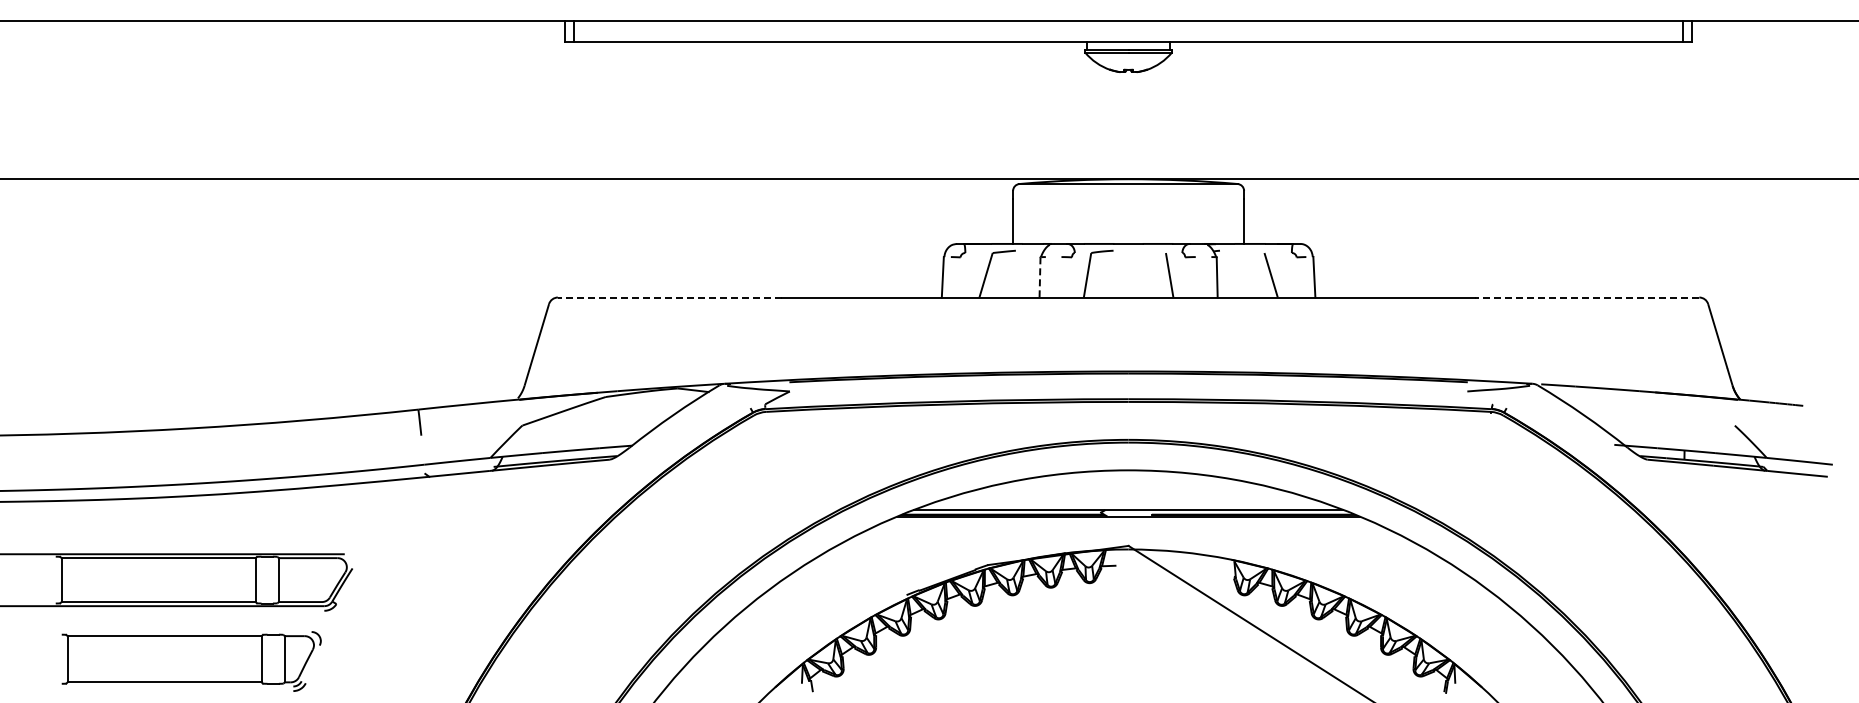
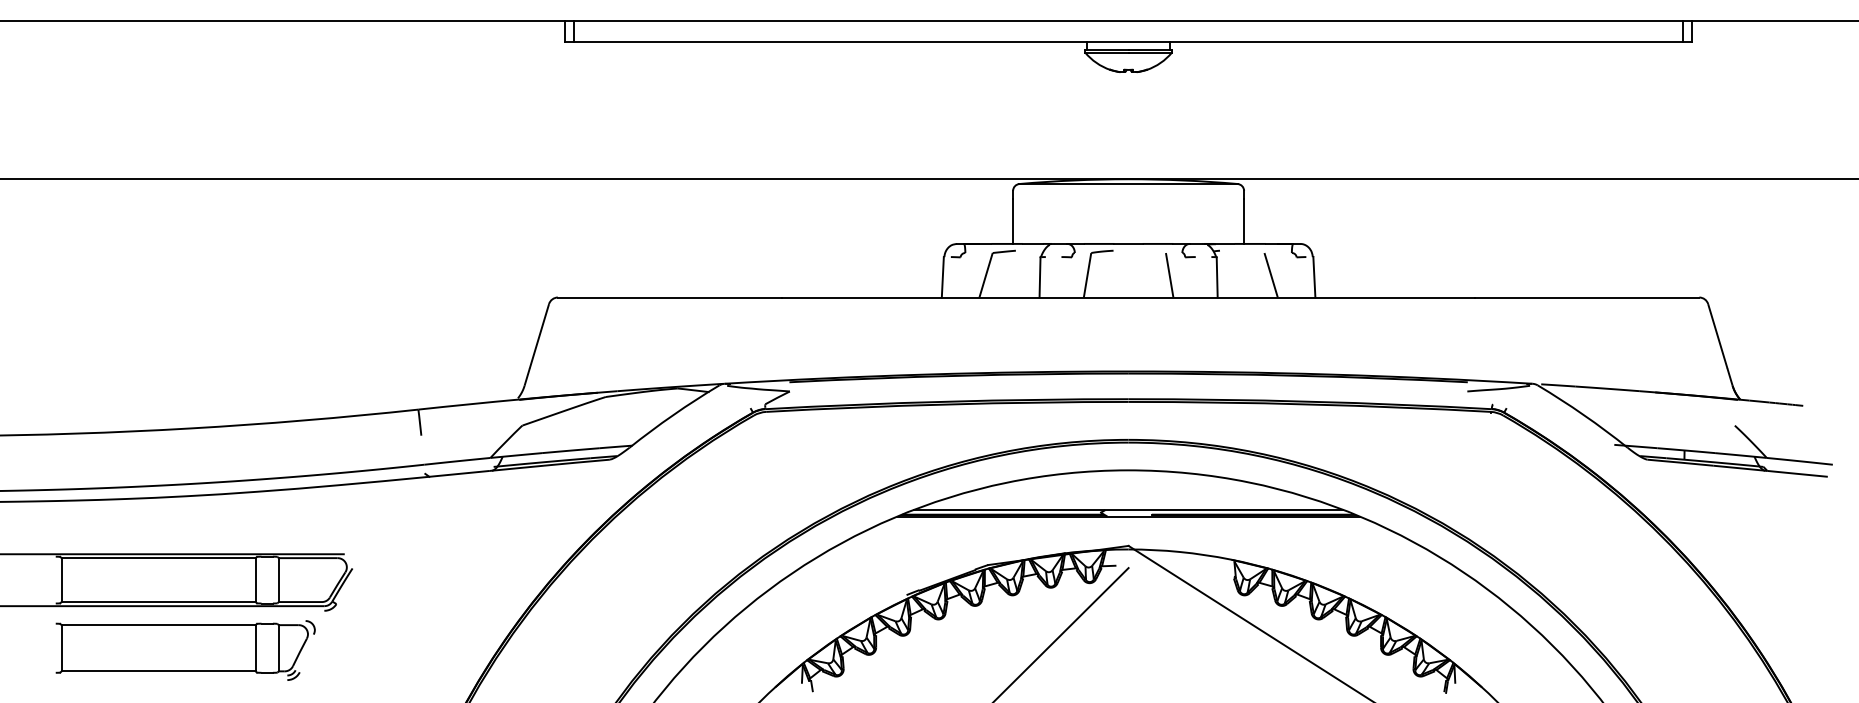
line at (1040, 277): dashed -> solid
line at (669, 297): dashed -> solid
line at (1586, 297): dashed -> solid
line at (1061, 633): none -> present
part at (191, 661) position: (191, 661) -> (185, 650)
